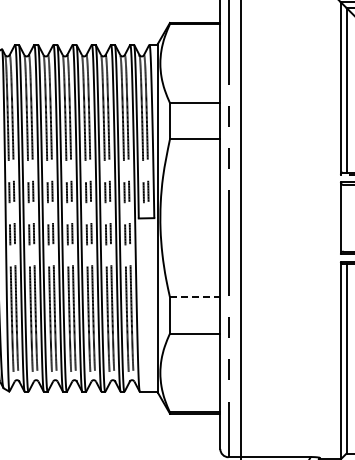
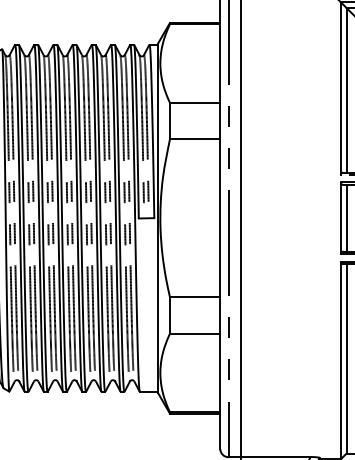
line at (346, 218): none -> present
line at (195, 297): dashed -> solid
